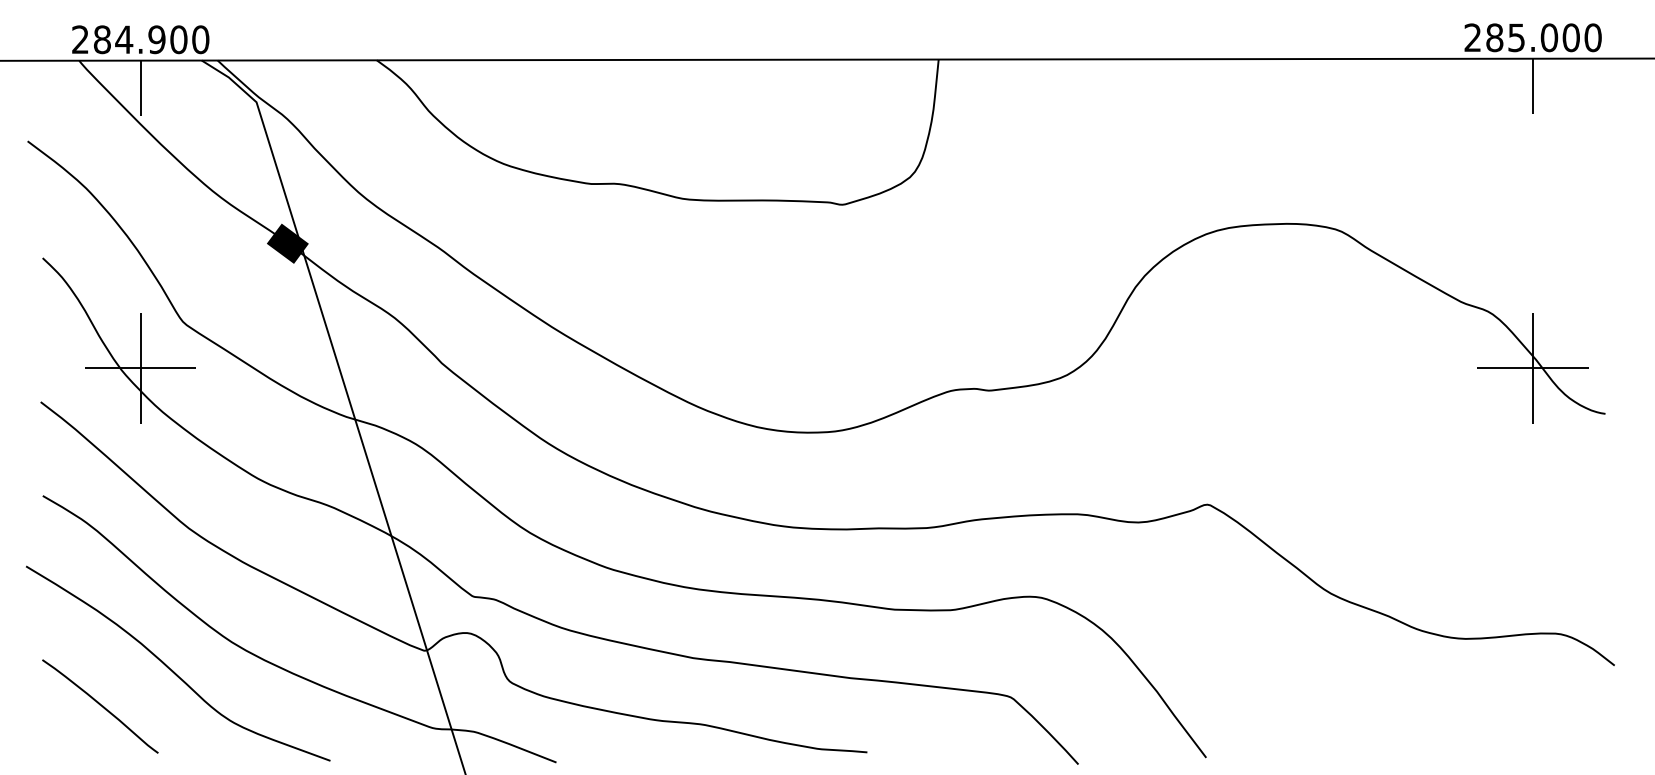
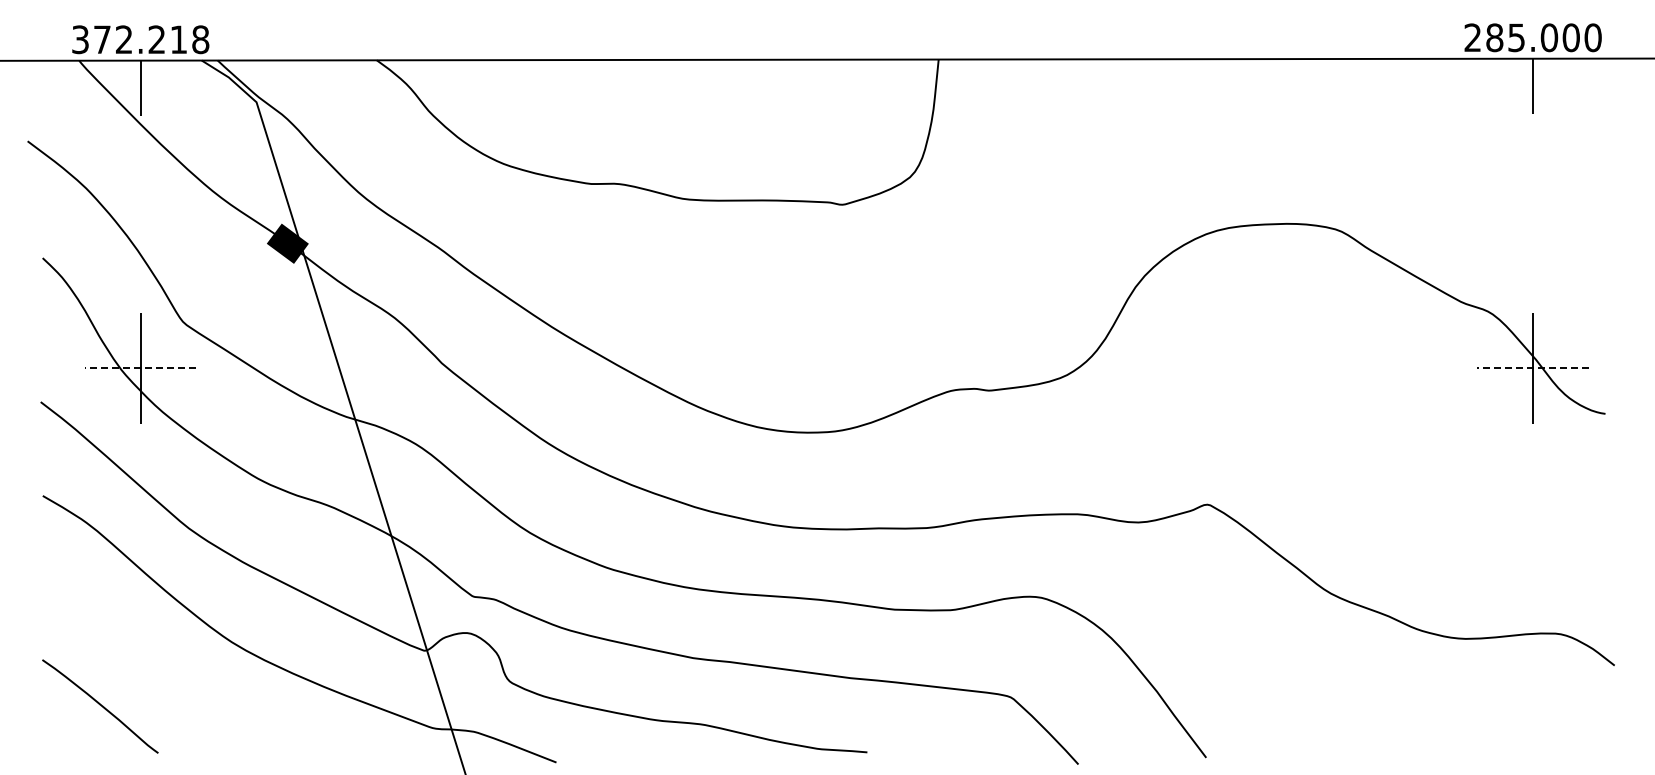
text at (140, 39): 284.900 -> 372.218
line at (140, 368): solid -> dashed
line at (1533, 368): solid -> dashed
curve at (173, 670): present -> none
